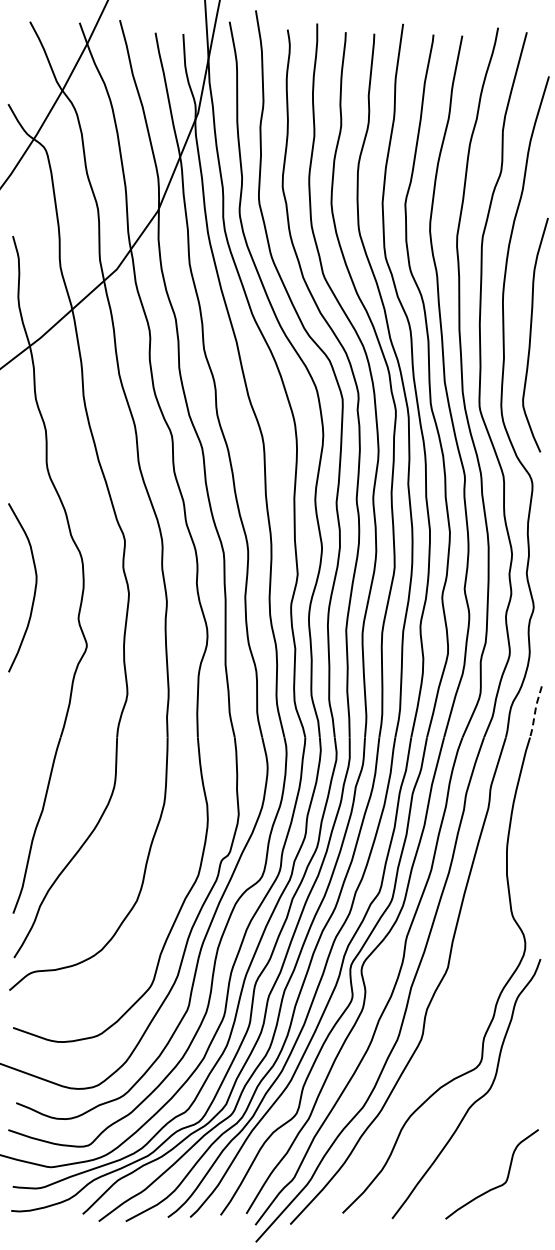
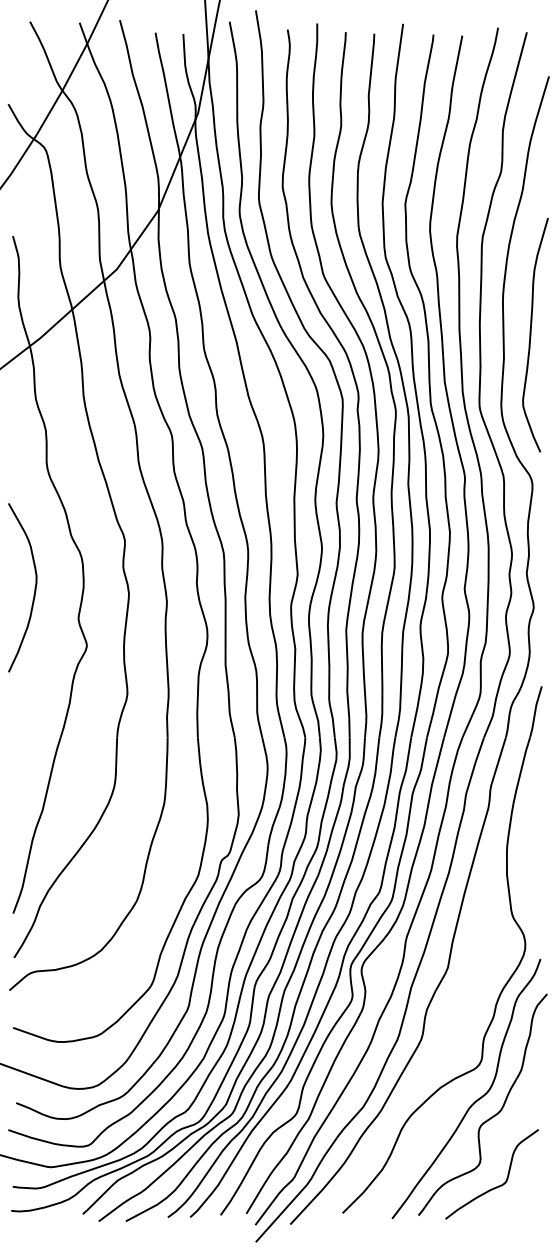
line at (535, 711): dashed -> solid
curve at (491, 1116): none -> present
